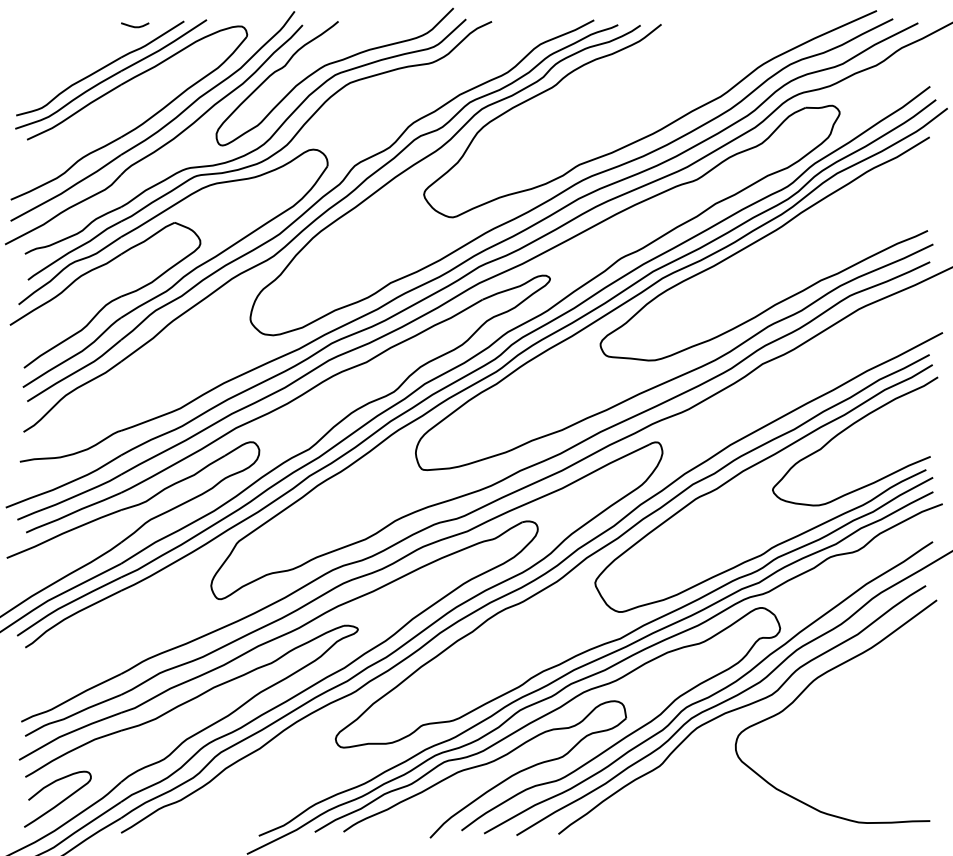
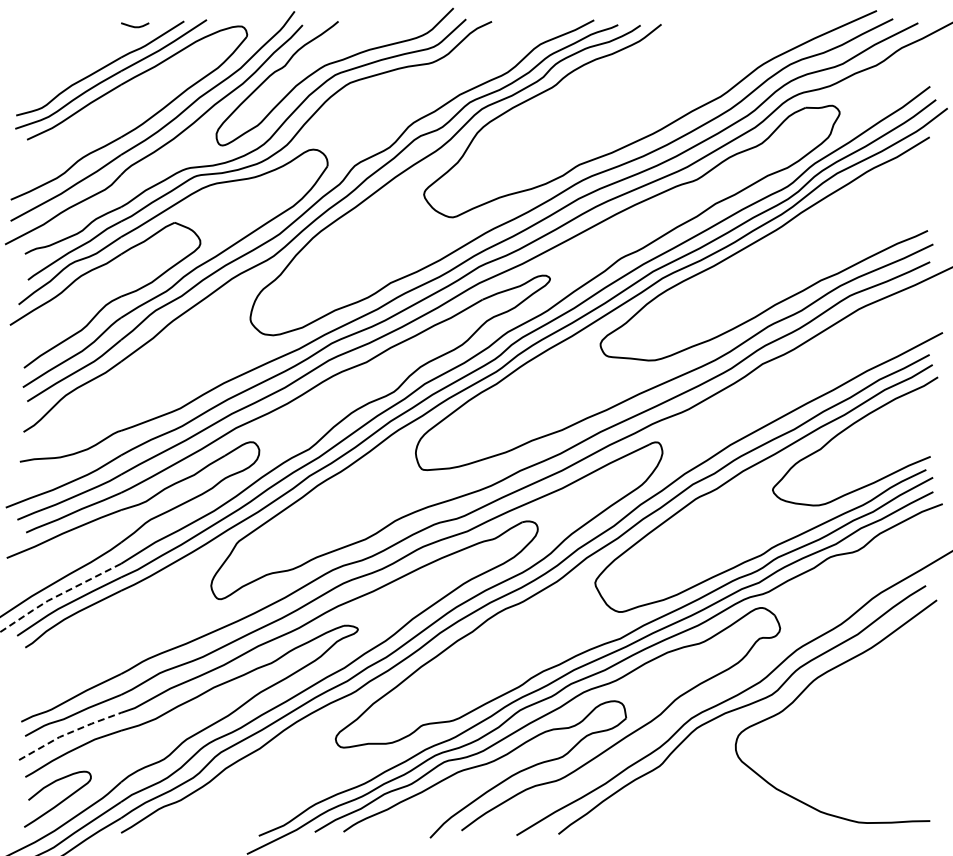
line at (57, 595): solid -> dashed
curve at (711, 694): present -> none
line at (69, 733): solid -> dashed
